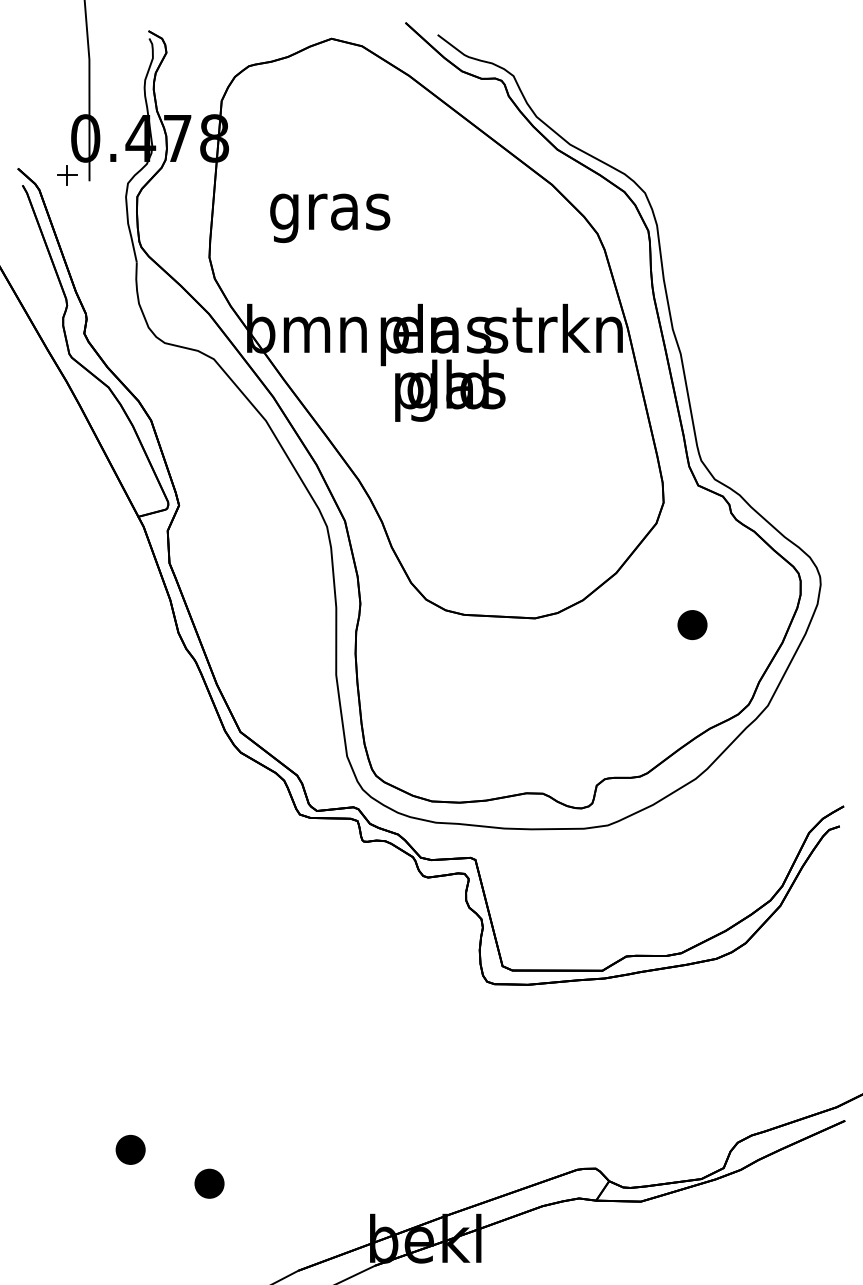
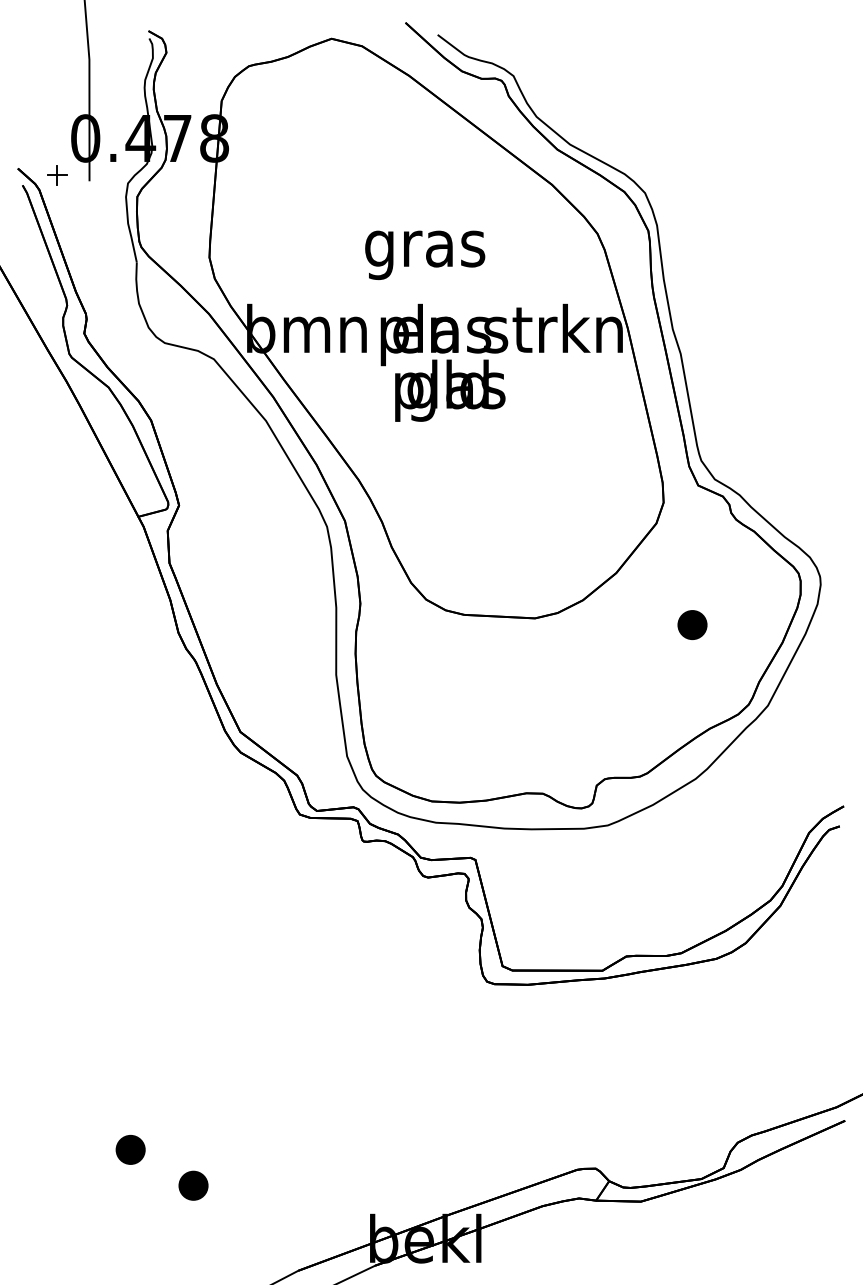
part at (67, 175) position: (67, 175) -> (57, 175)
text at (330, 217) position: (330, 217) -> (425, 254)
part at (209, 1183) position: (209, 1183) -> (193, 1185)
